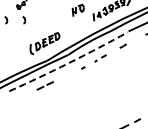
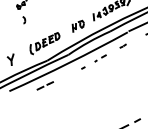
part at (77, 9) position: (77, 9) -> (77, 25)
part at (6, 20): present -> none
part at (10, 59): none -> present
arc at (69, 62): dashed -> solid
